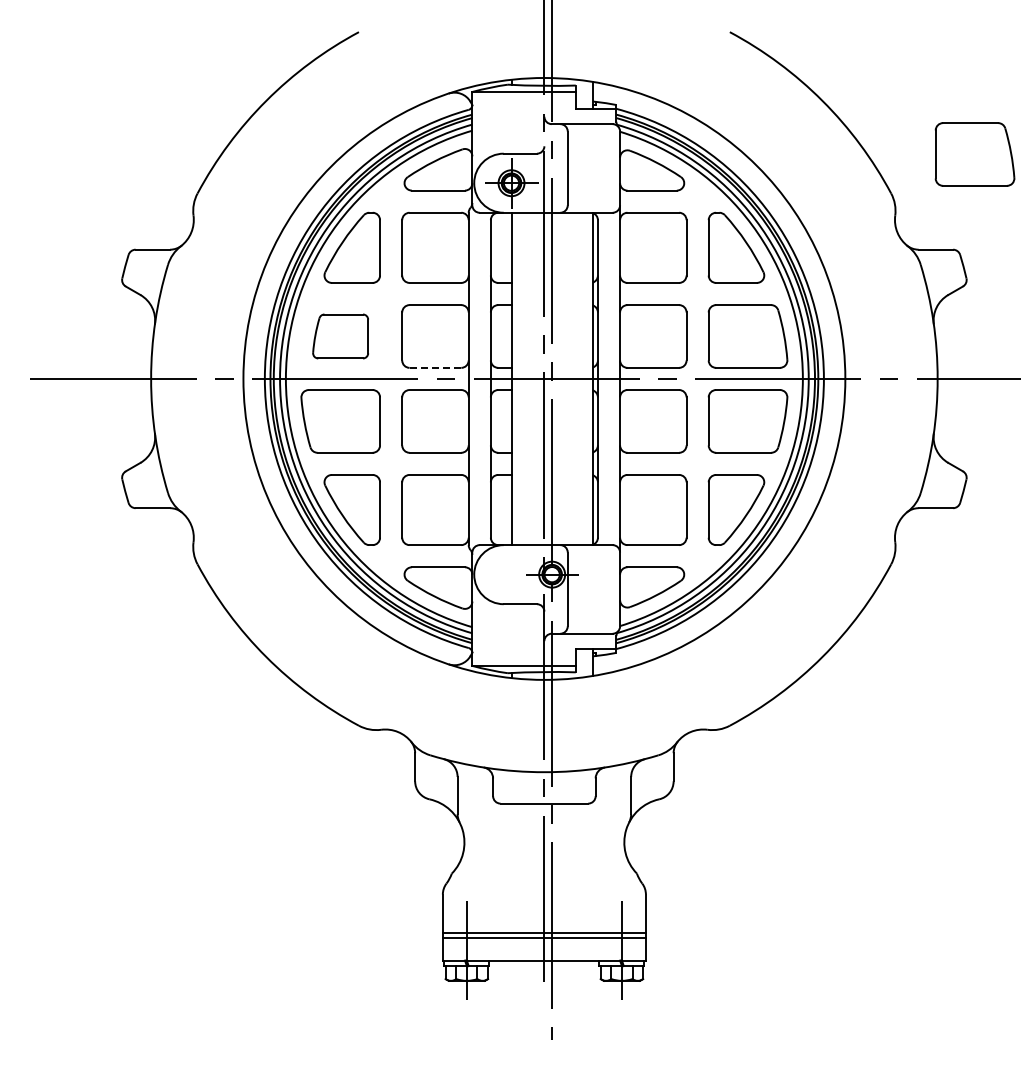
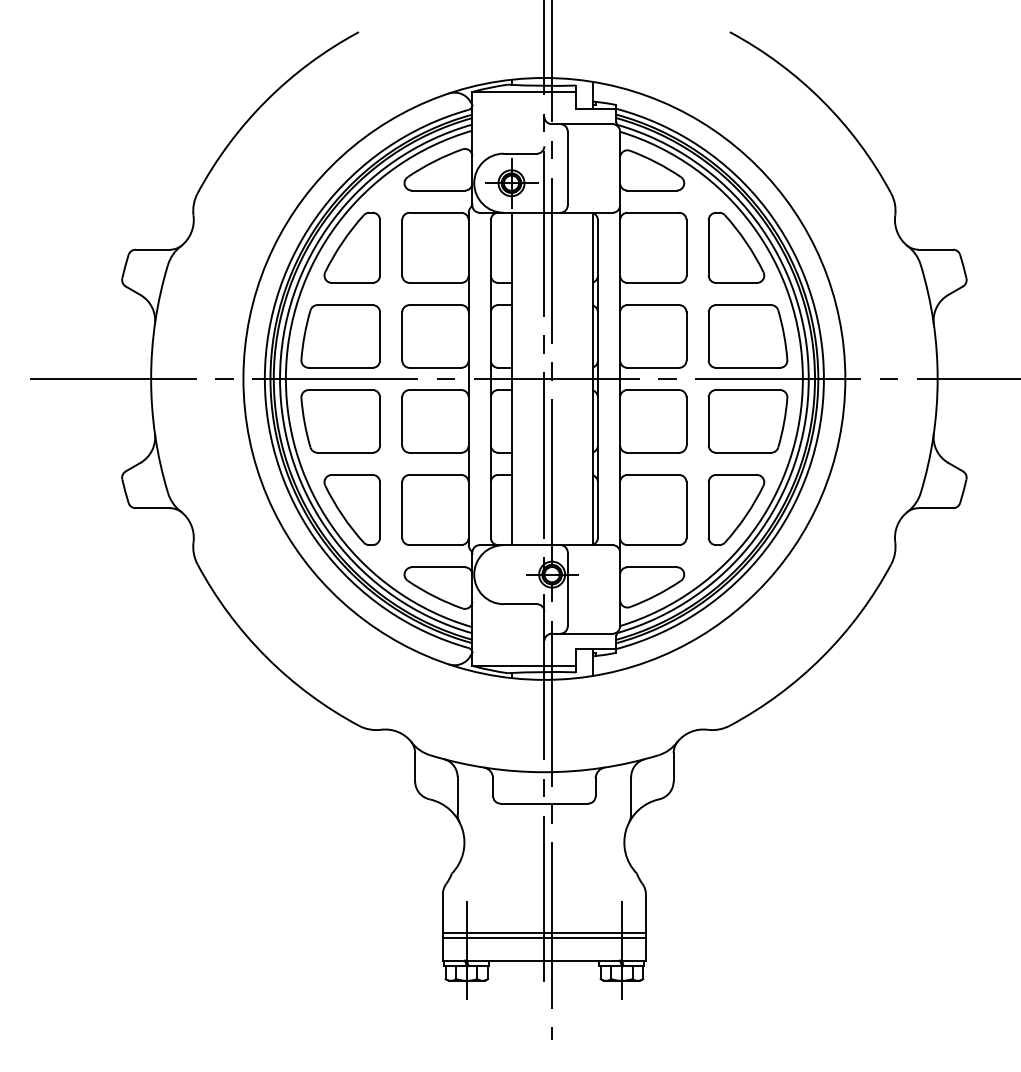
part at (974, 154): present -> none
part at (340, 336) size: 57x47 px -> 81x65 px
line at (435, 367): dashed -> solid
